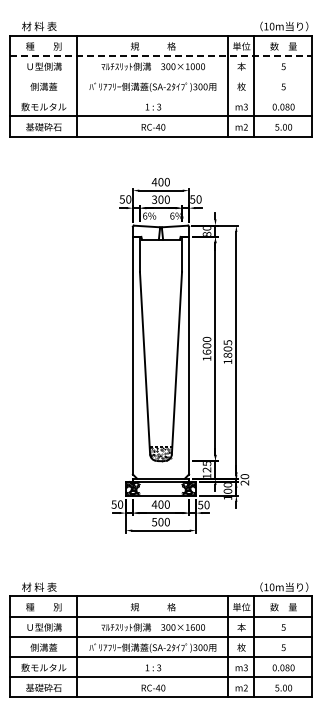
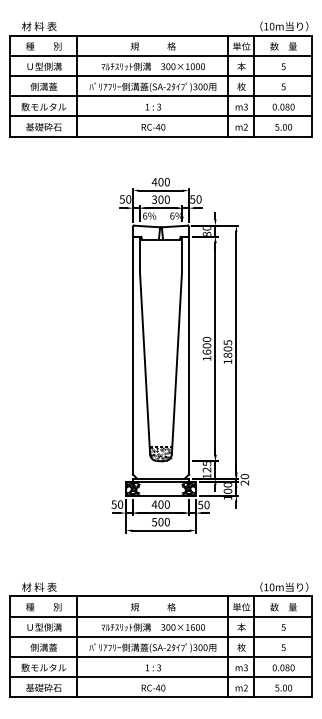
line at (161, 55): dashed -> solid
line at (160, 76): none -> present
line at (160, 96): none -> present
